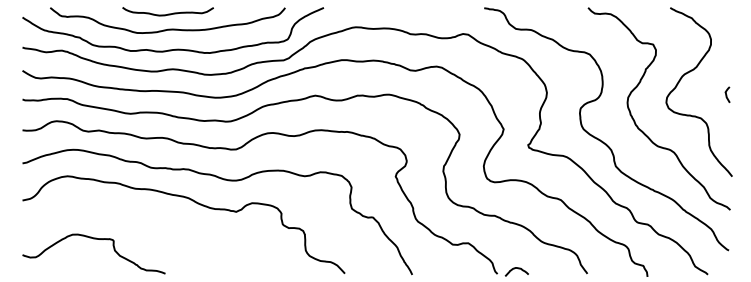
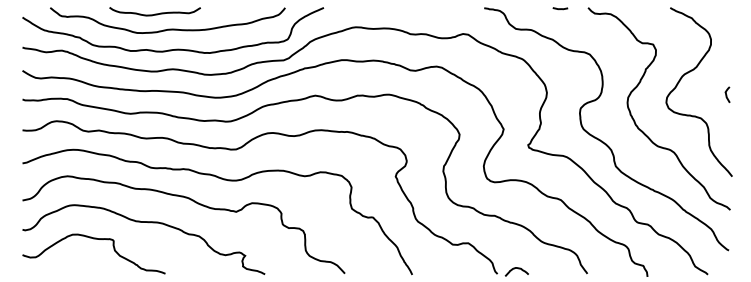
curve at (560, 8): none -> present
curve at (167, 13) position: (167, 13) -> (154, 13)
curve at (148, 223): none -> present
